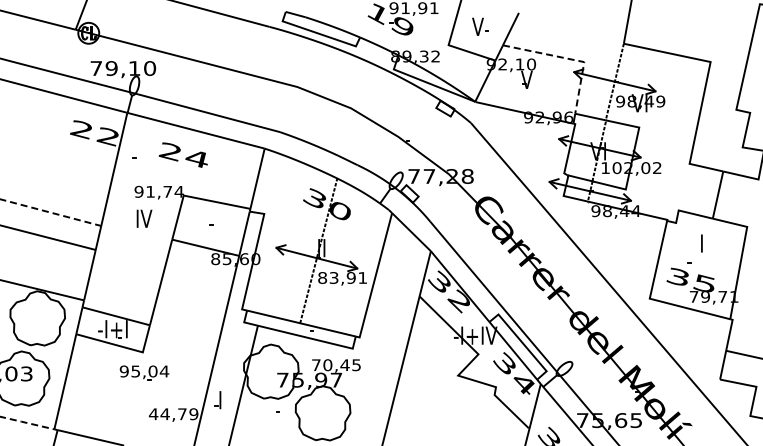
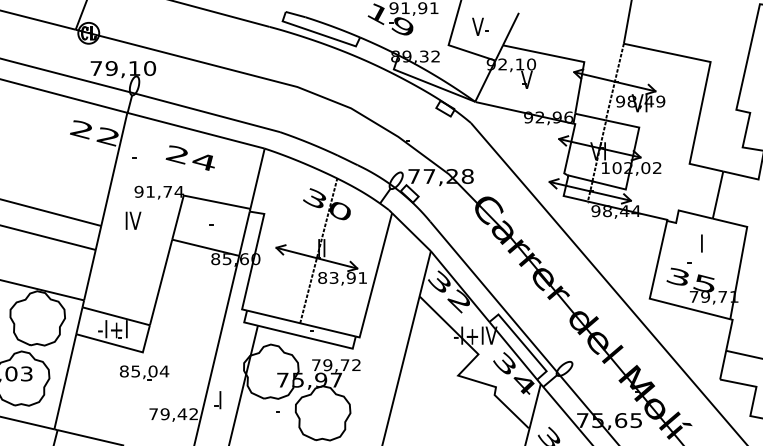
line at (569, 59): dashed -> solid
text at (182, 154) position: (182, 154) -> (189, 157)
line at (51, 212): dashed -> solid
text at (144, 218) position: (144, 218) -> (133, 220)
text at (341, 365): 70,45 -> 79,72
text at (123, 371): 95,04 -> 85,04
text at (173, 414): 44,79 -> 79,42
line at (27, 423): dashed -> solid
